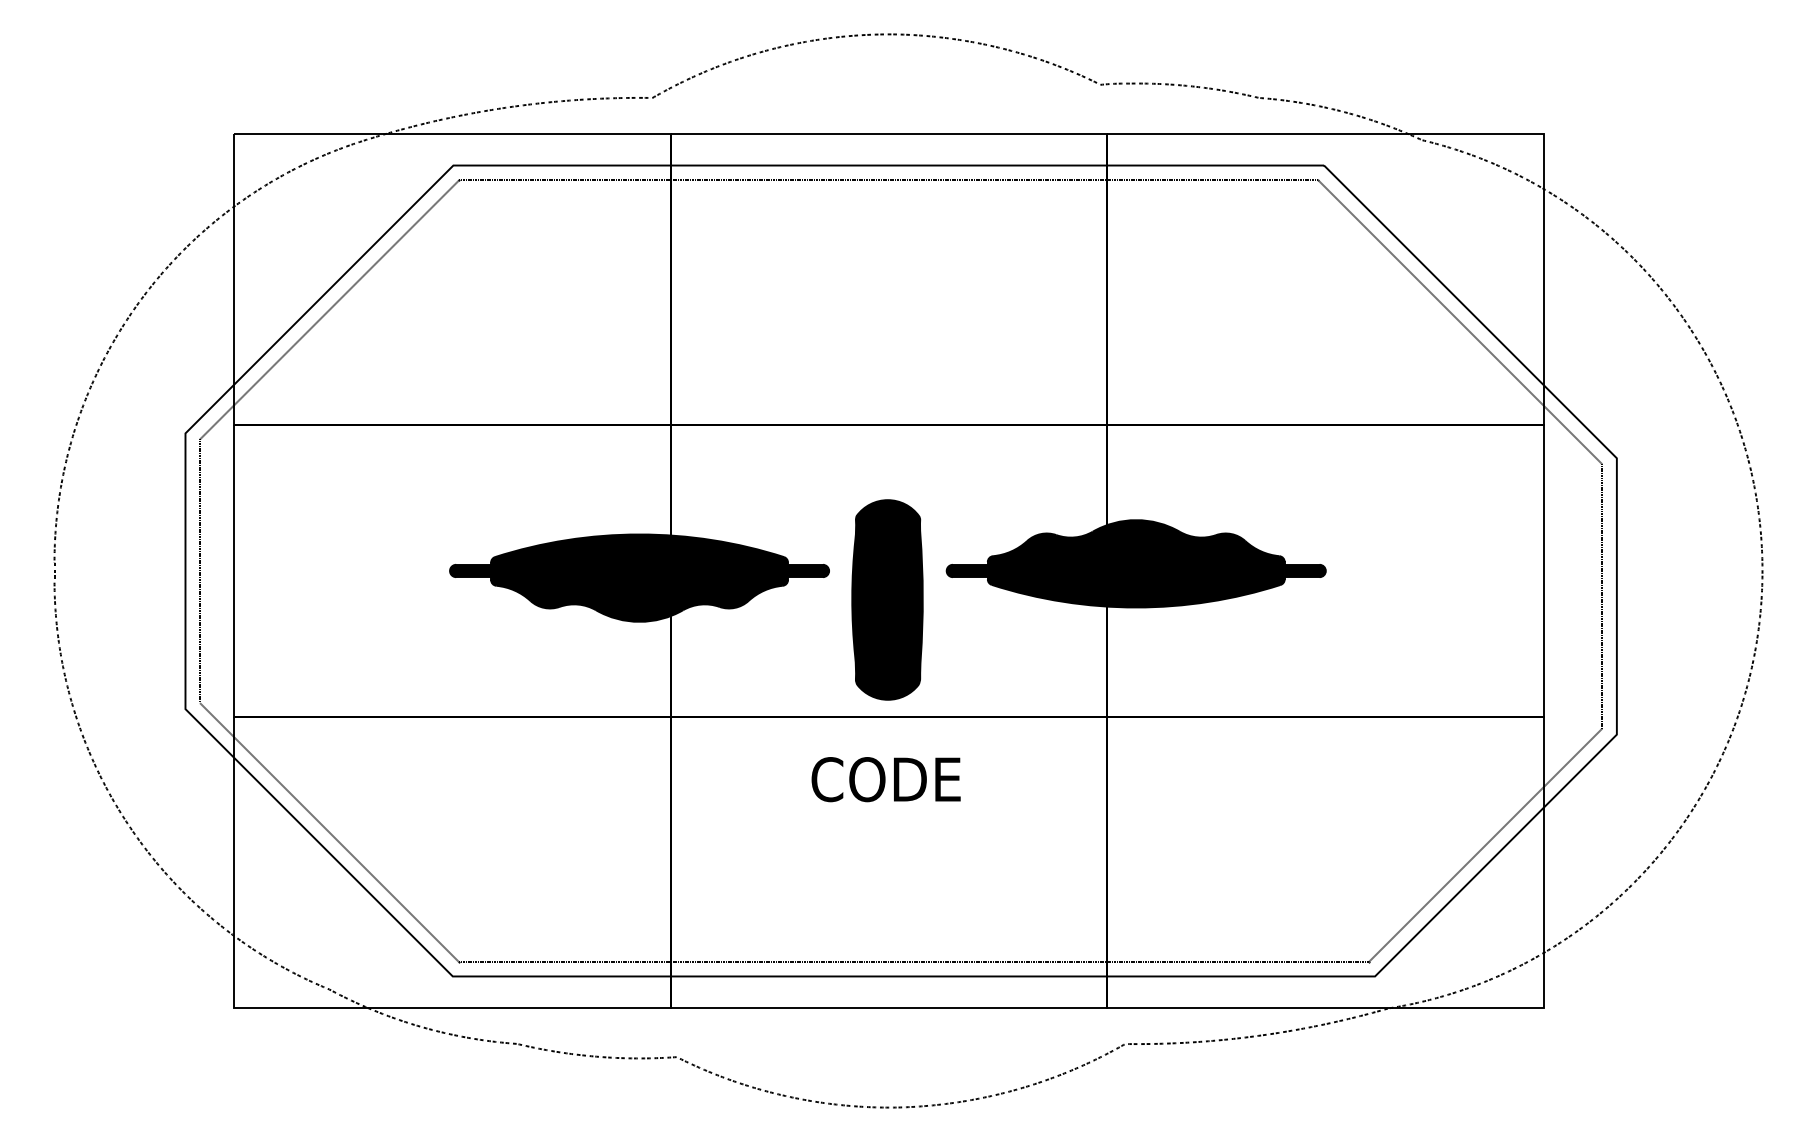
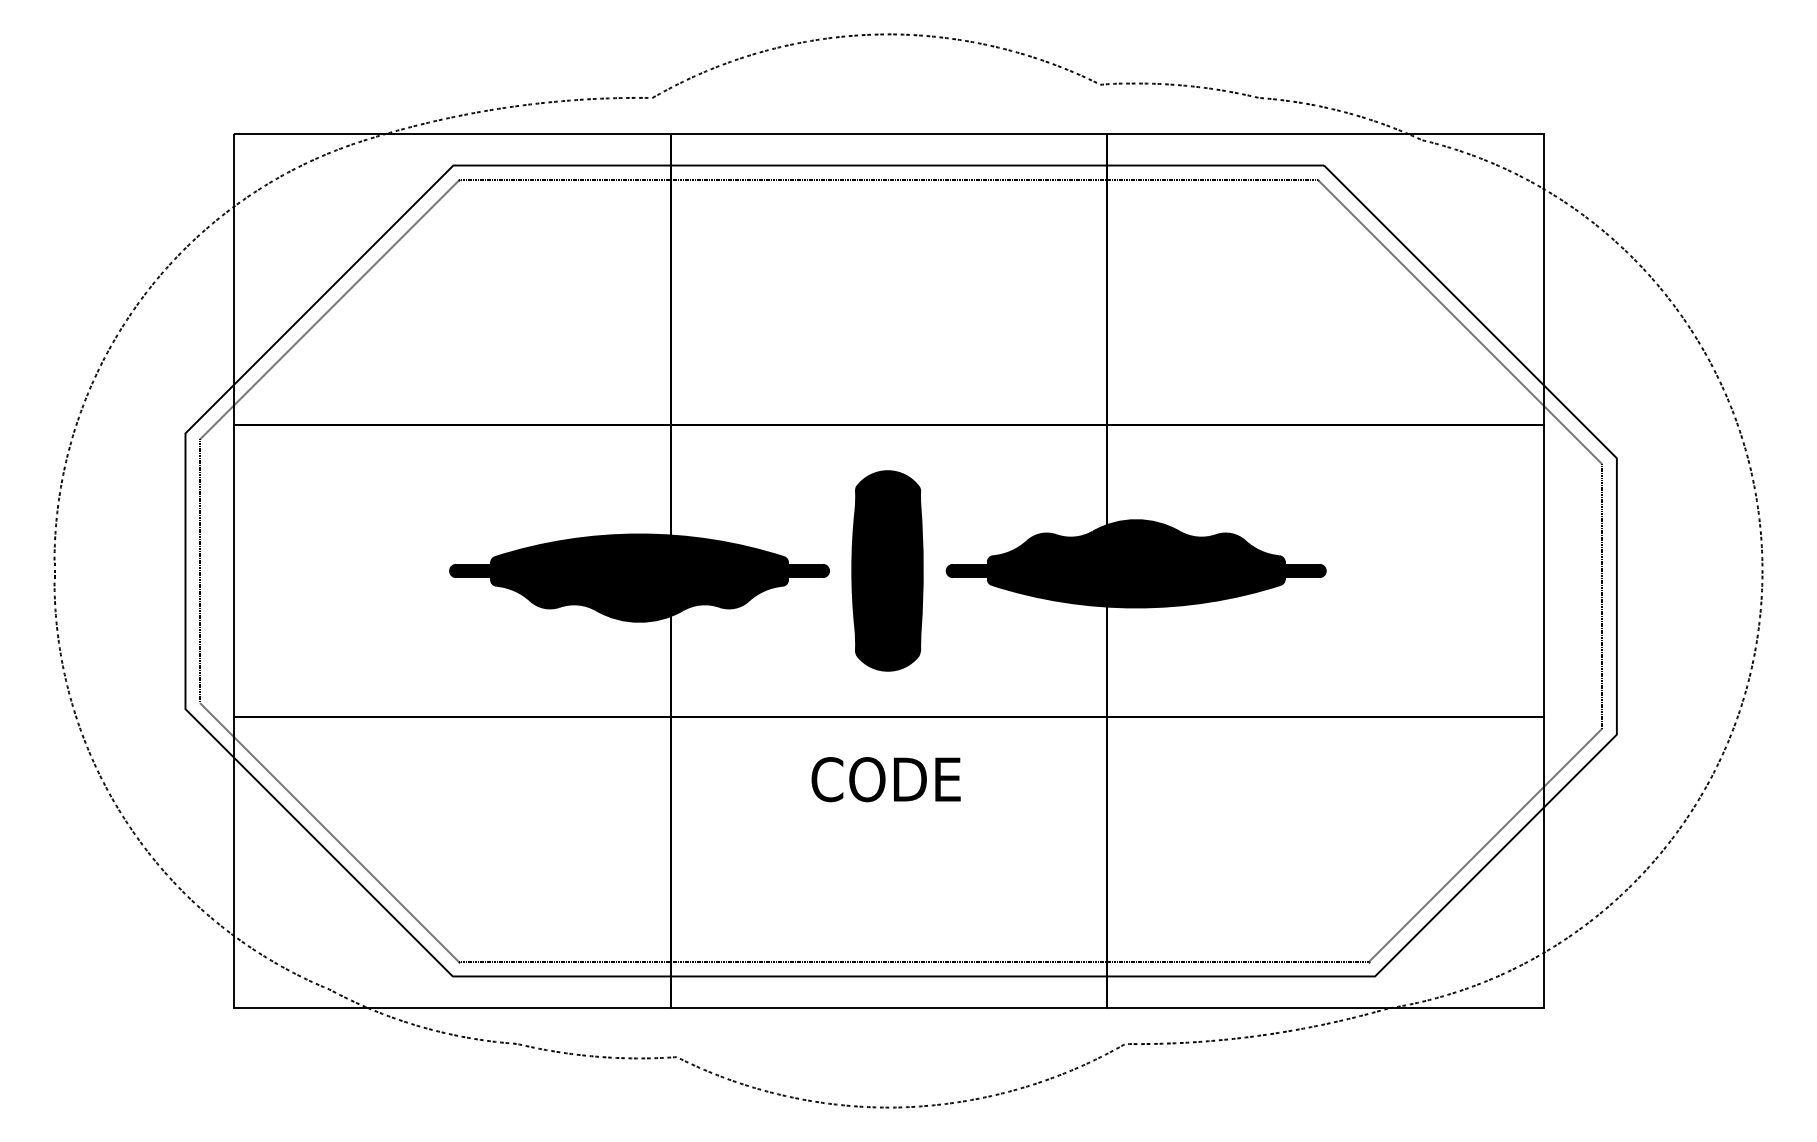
part at (887, 599) position: (887, 599) -> (887, 570)
